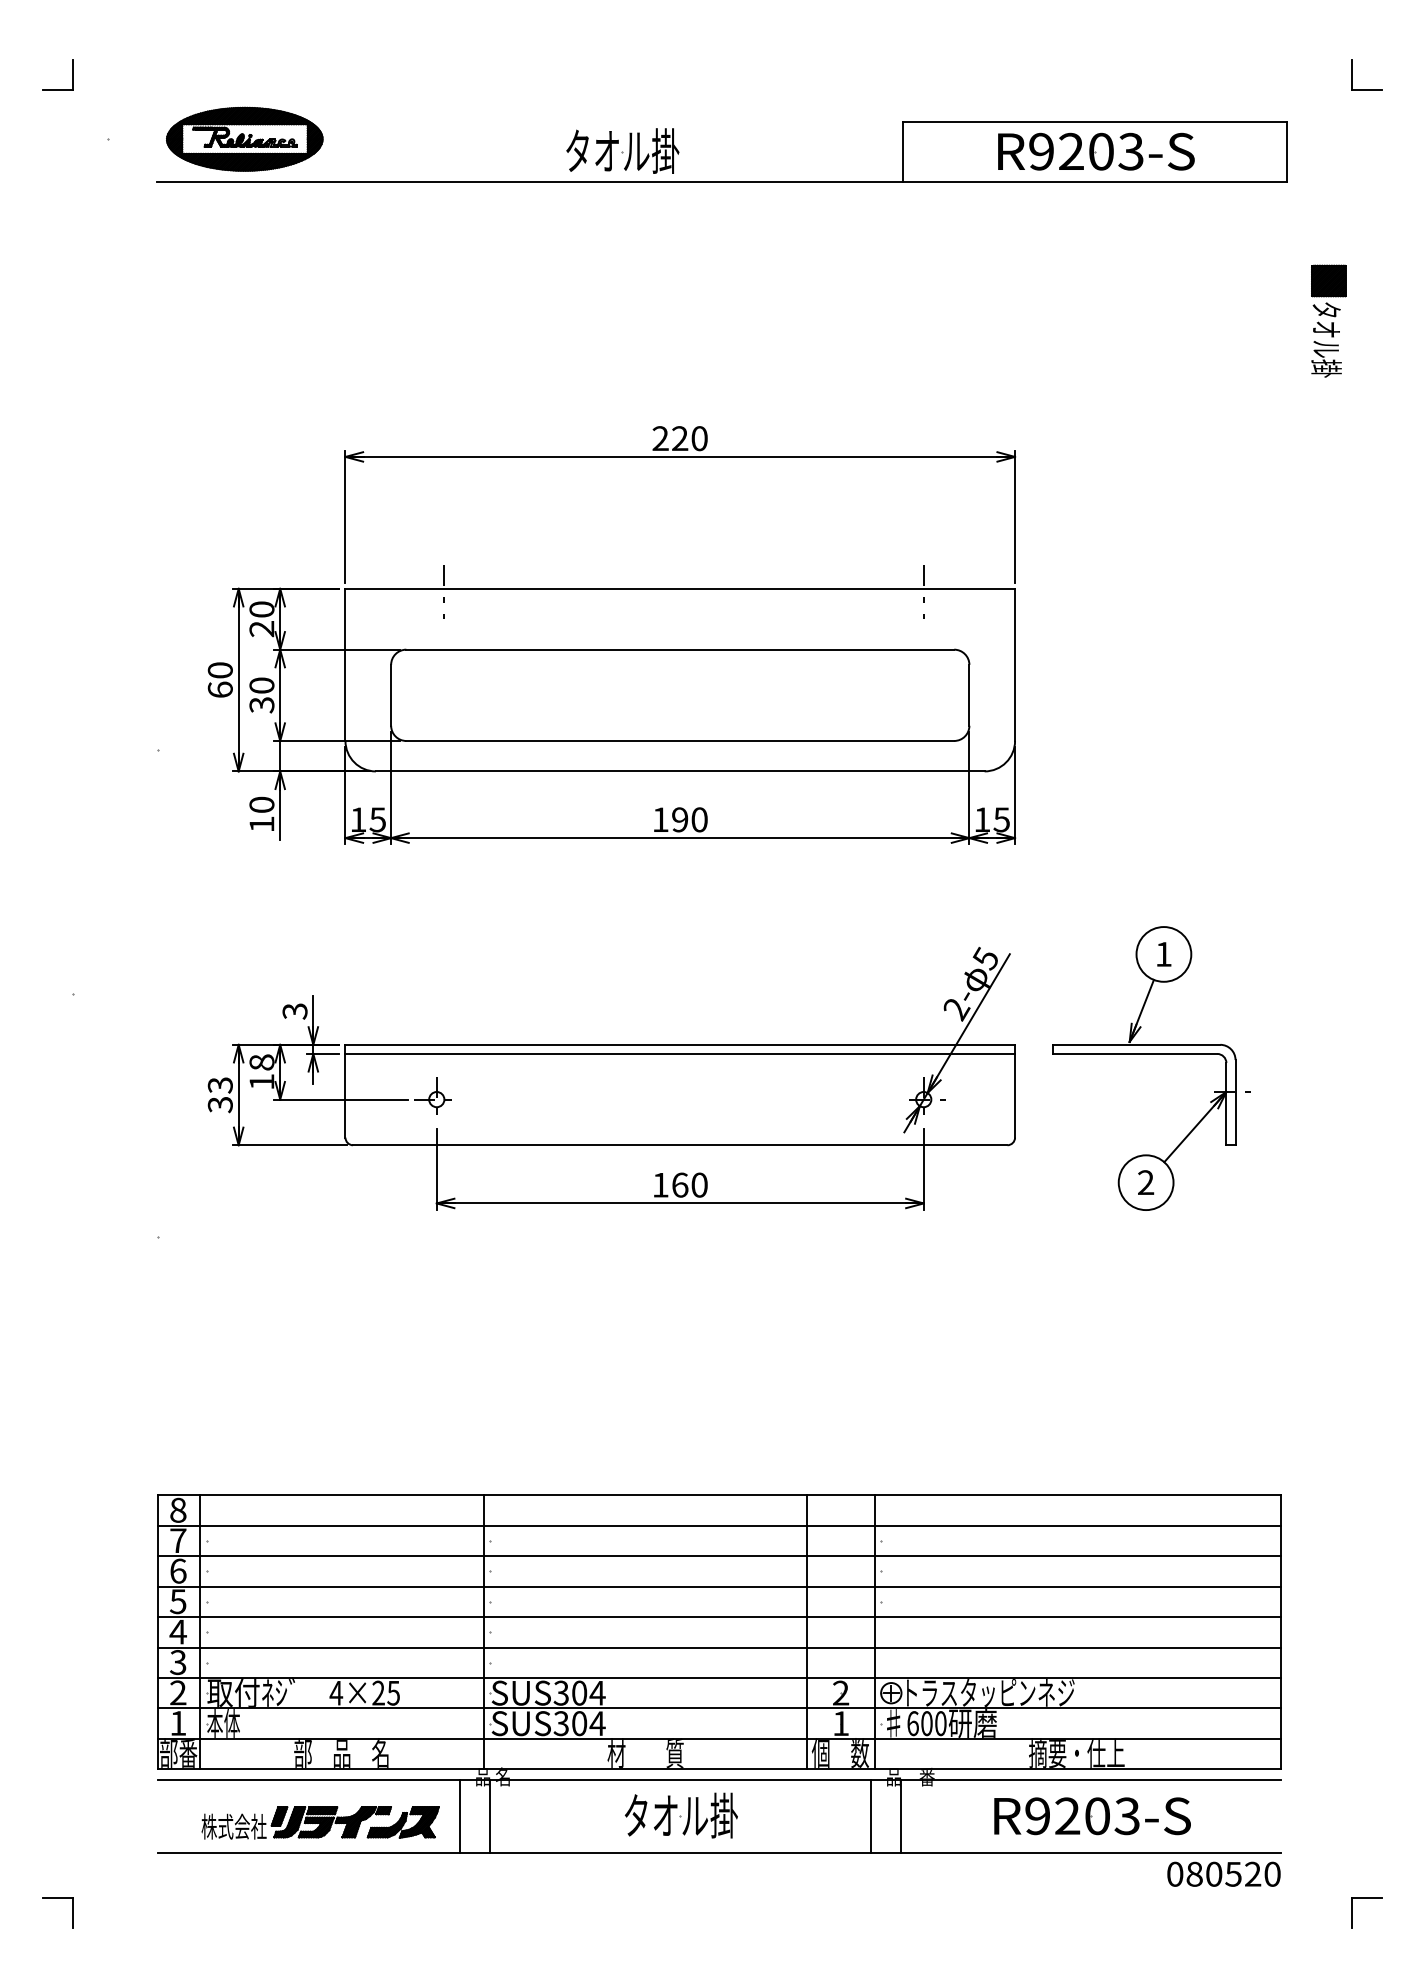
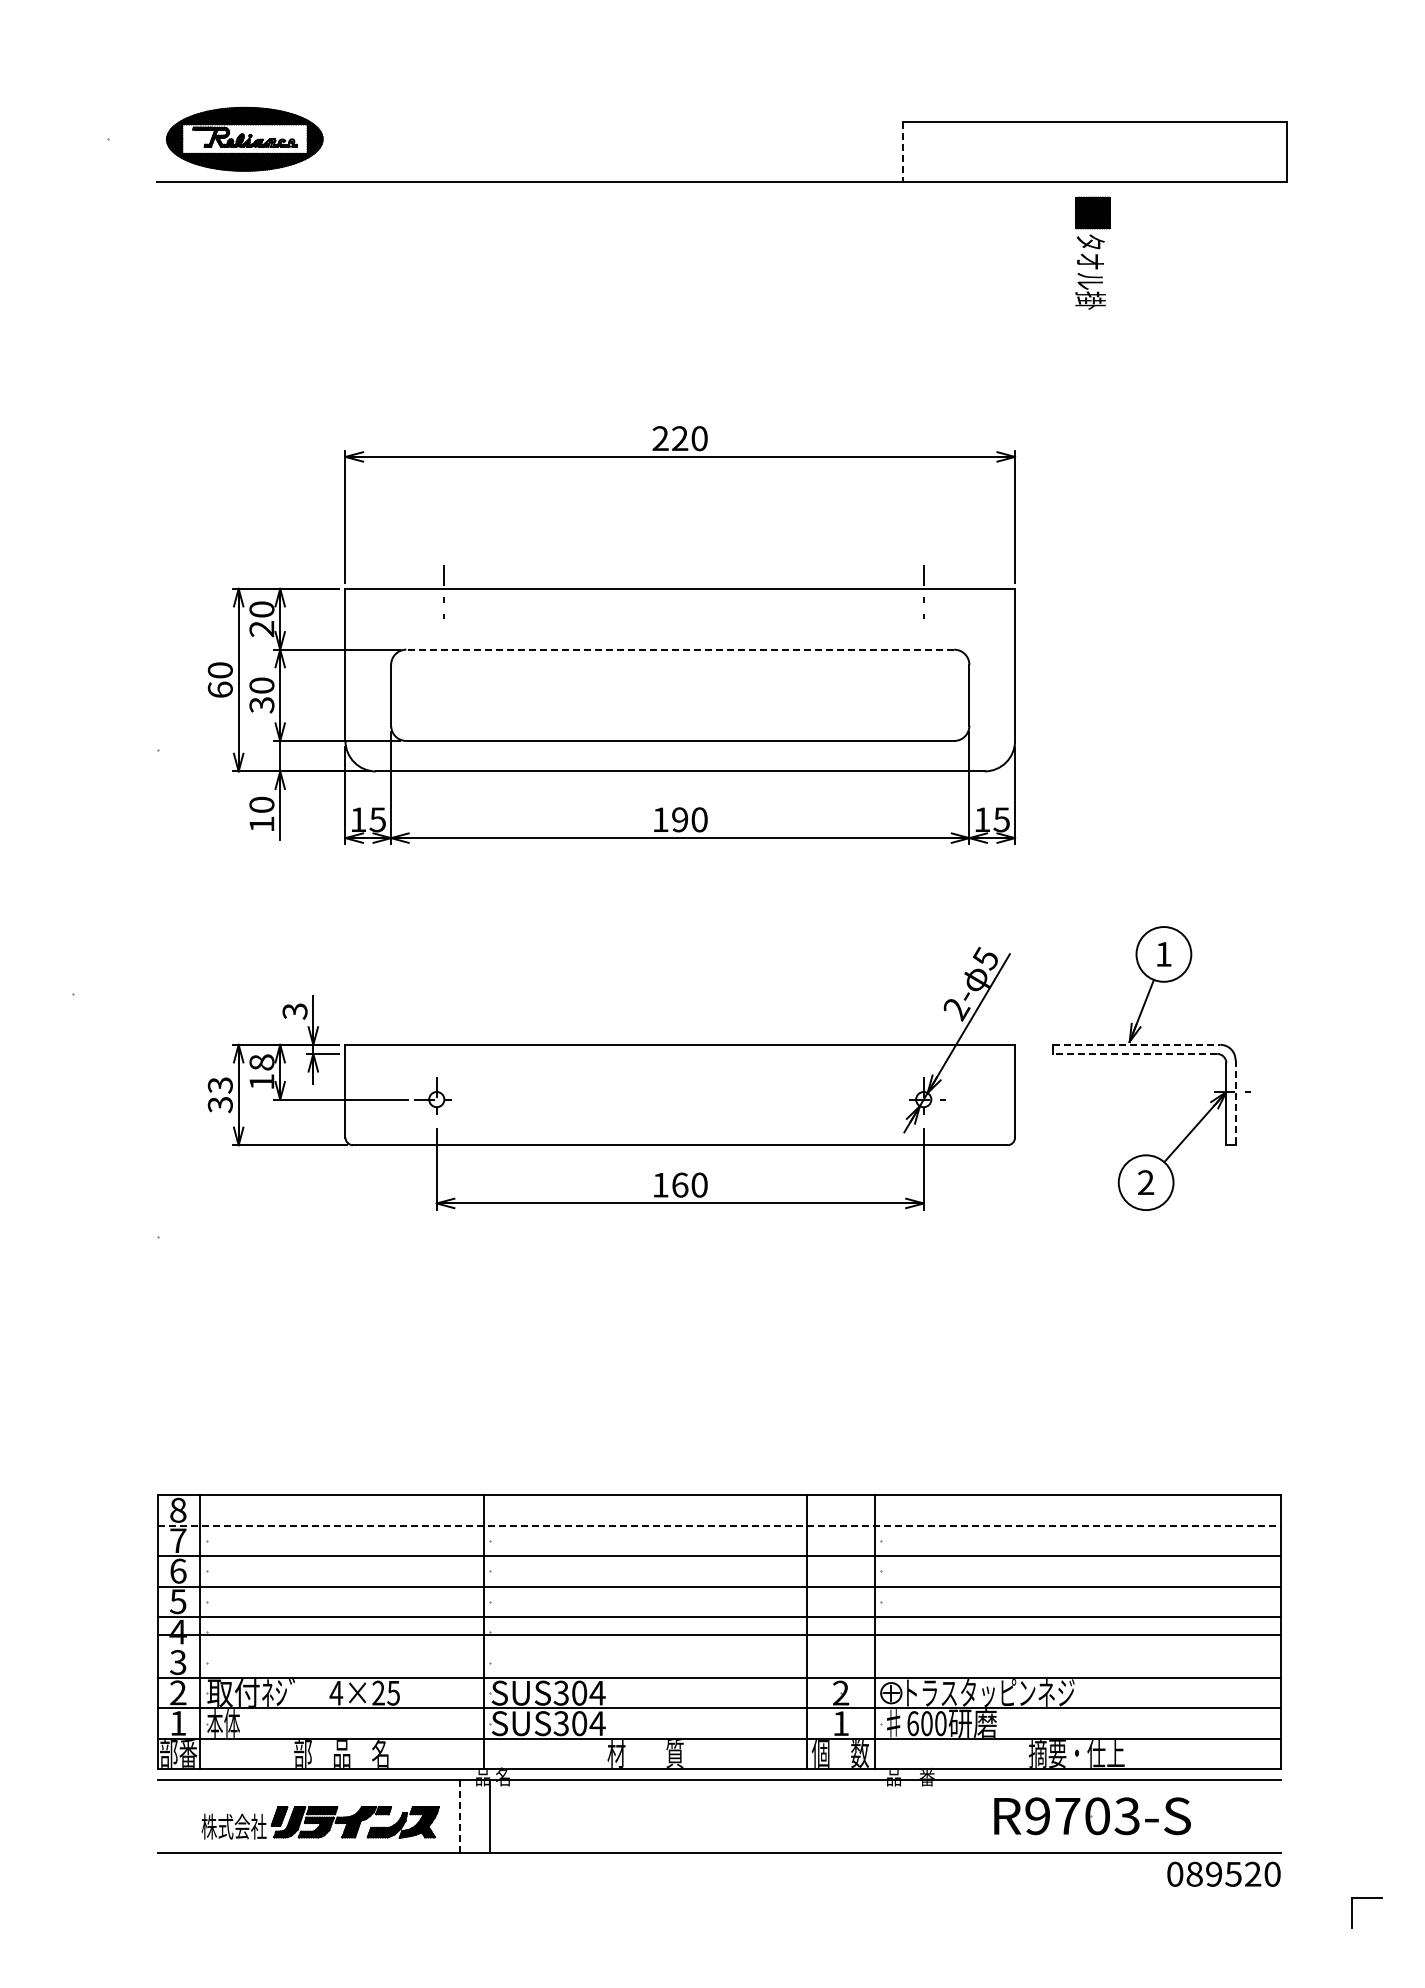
part at (72, 74): present -> none
part at (1352, 74): present -> none
part at (622, 150): present -> none
part at (1096, 151): present -> none
line at (902, 152): solid -> dashed
part at (1328, 320) position: (1328, 320) -> (1092, 252)
line at (680, 649): solid -> dashed
line at (1136, 1044): solid -> dashed
line at (680, 1053): present -> none
line at (1134, 1053): solid -> dashed
line at (1235, 1102): solid -> dashed
line at (720, 1525): solid -> dashed
line at (719, 1647) position: (719, 1647) -> (719, 1634)
part at (681, 1815): present -> none
text at (1067, 1815): R9203-S -> R9703-S
line at (459, 1816): solid -> dashed
line at (870, 1816): present -> none
line at (901, 1816): present -> none
text at (1214, 1873): 080520 -> 089520
part at (57, 1898): present -> none
